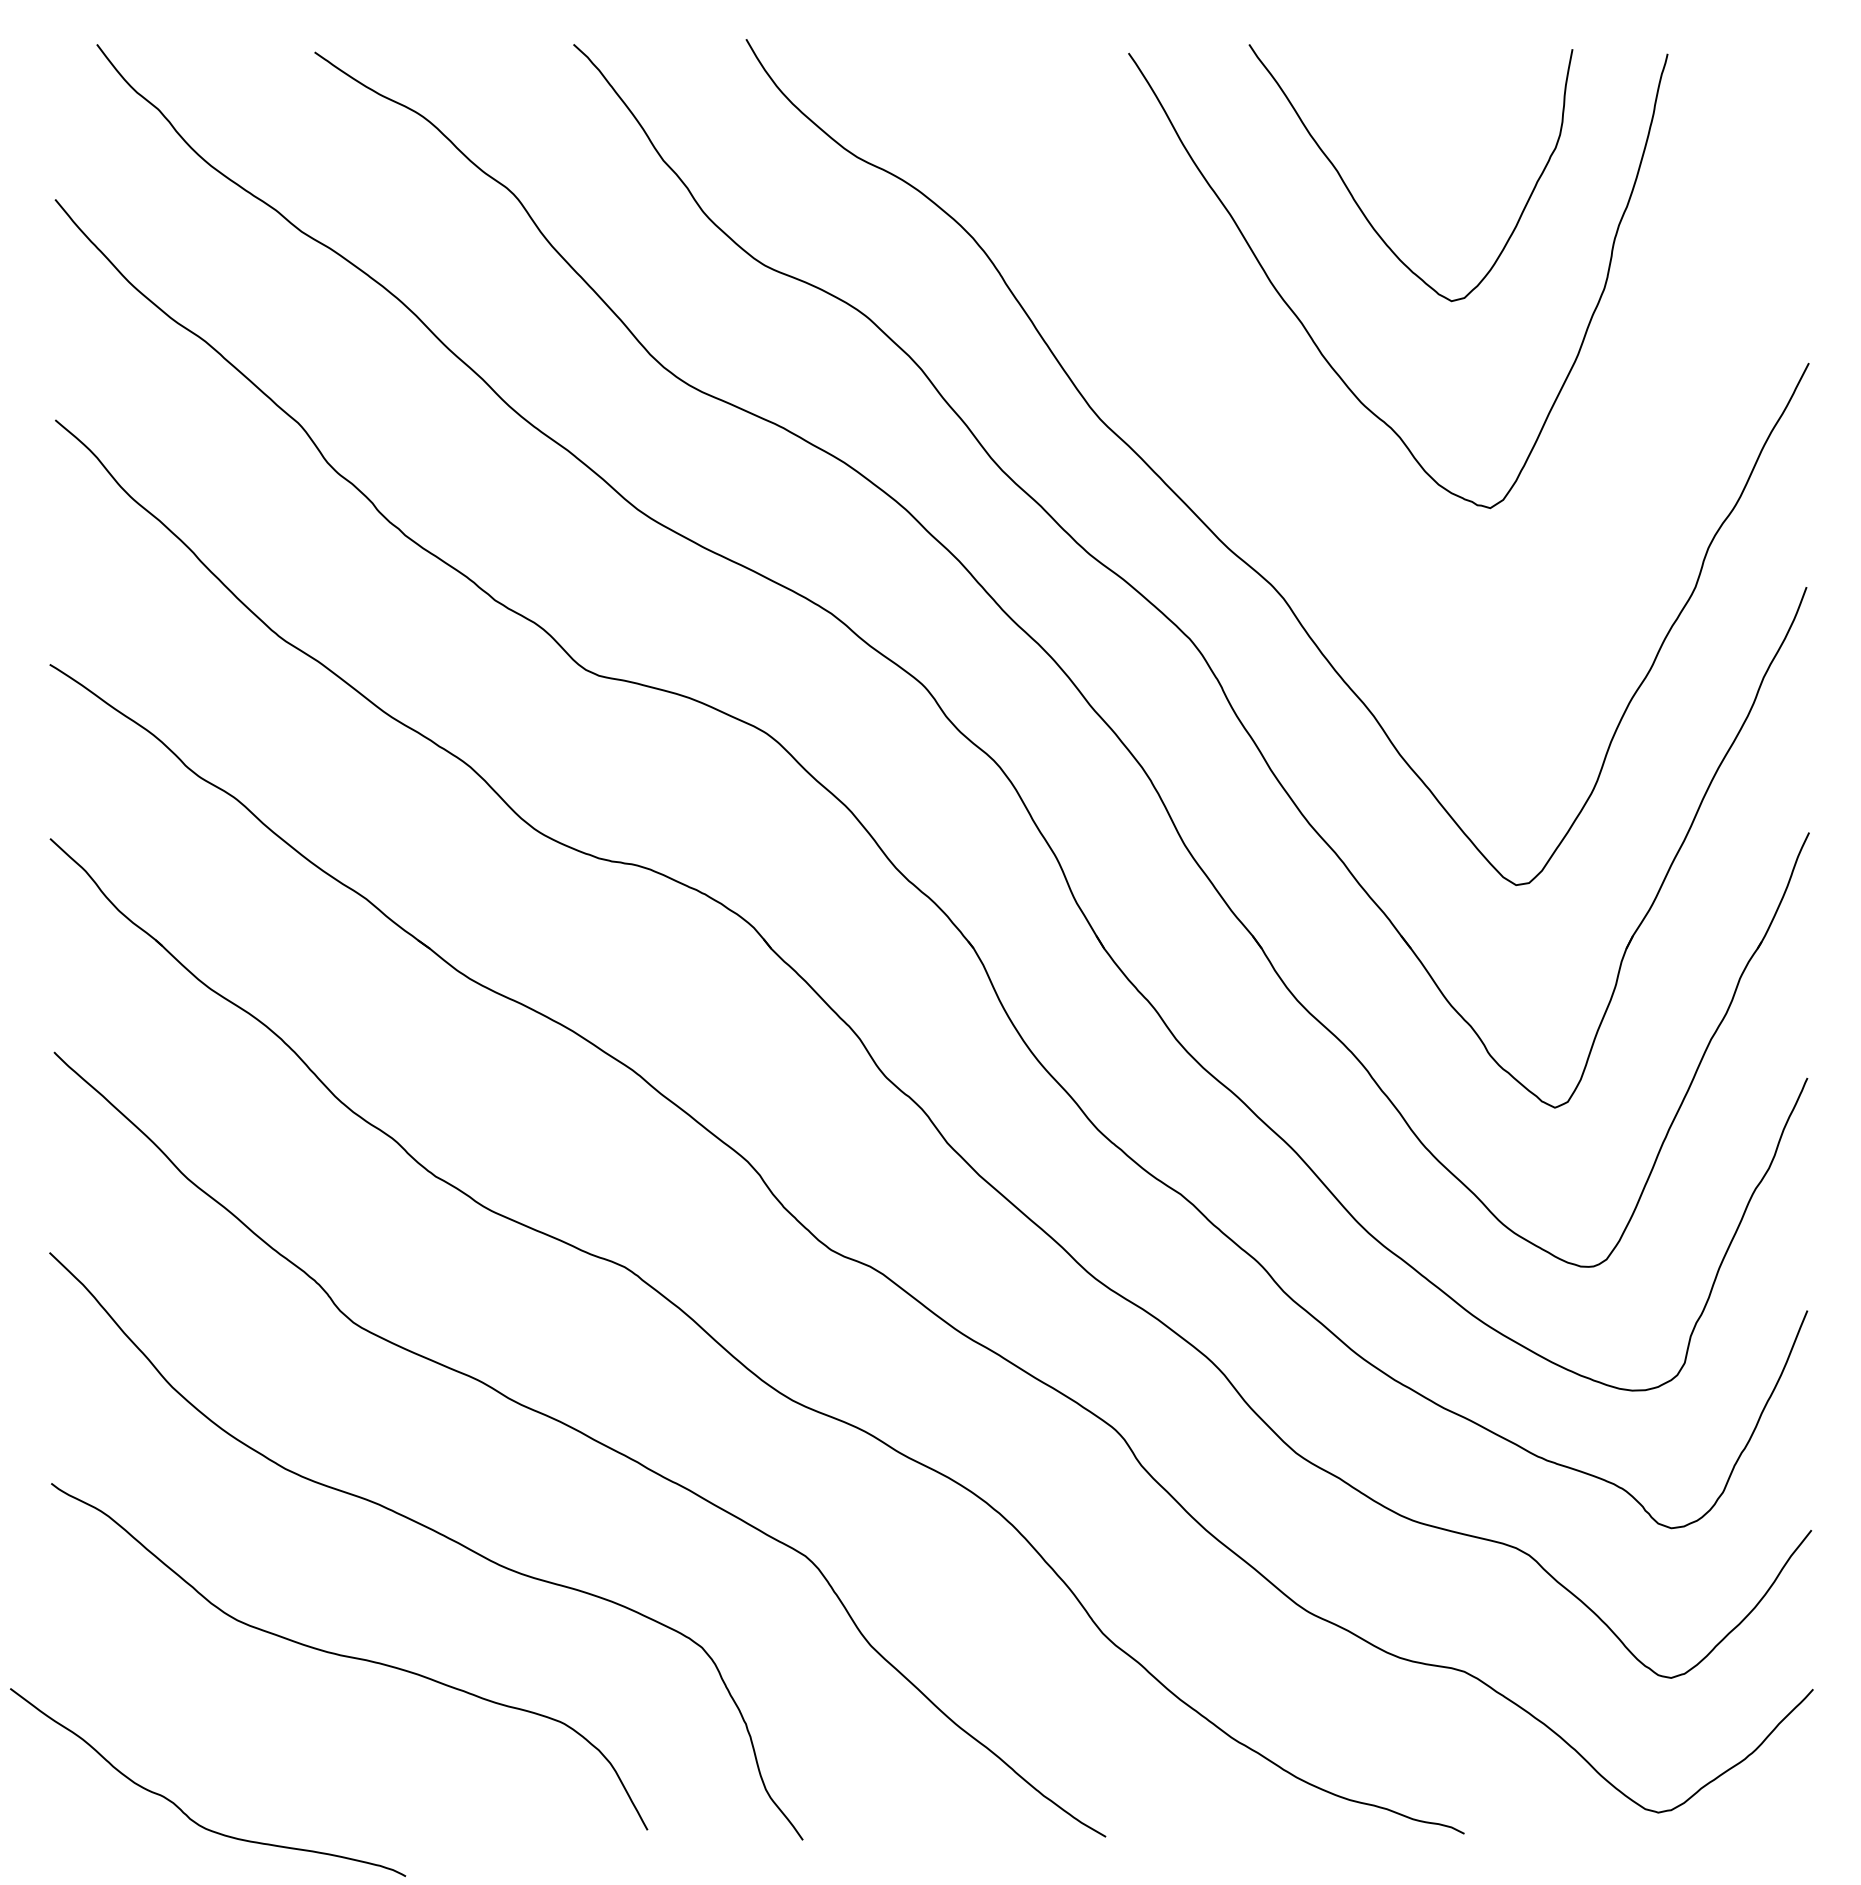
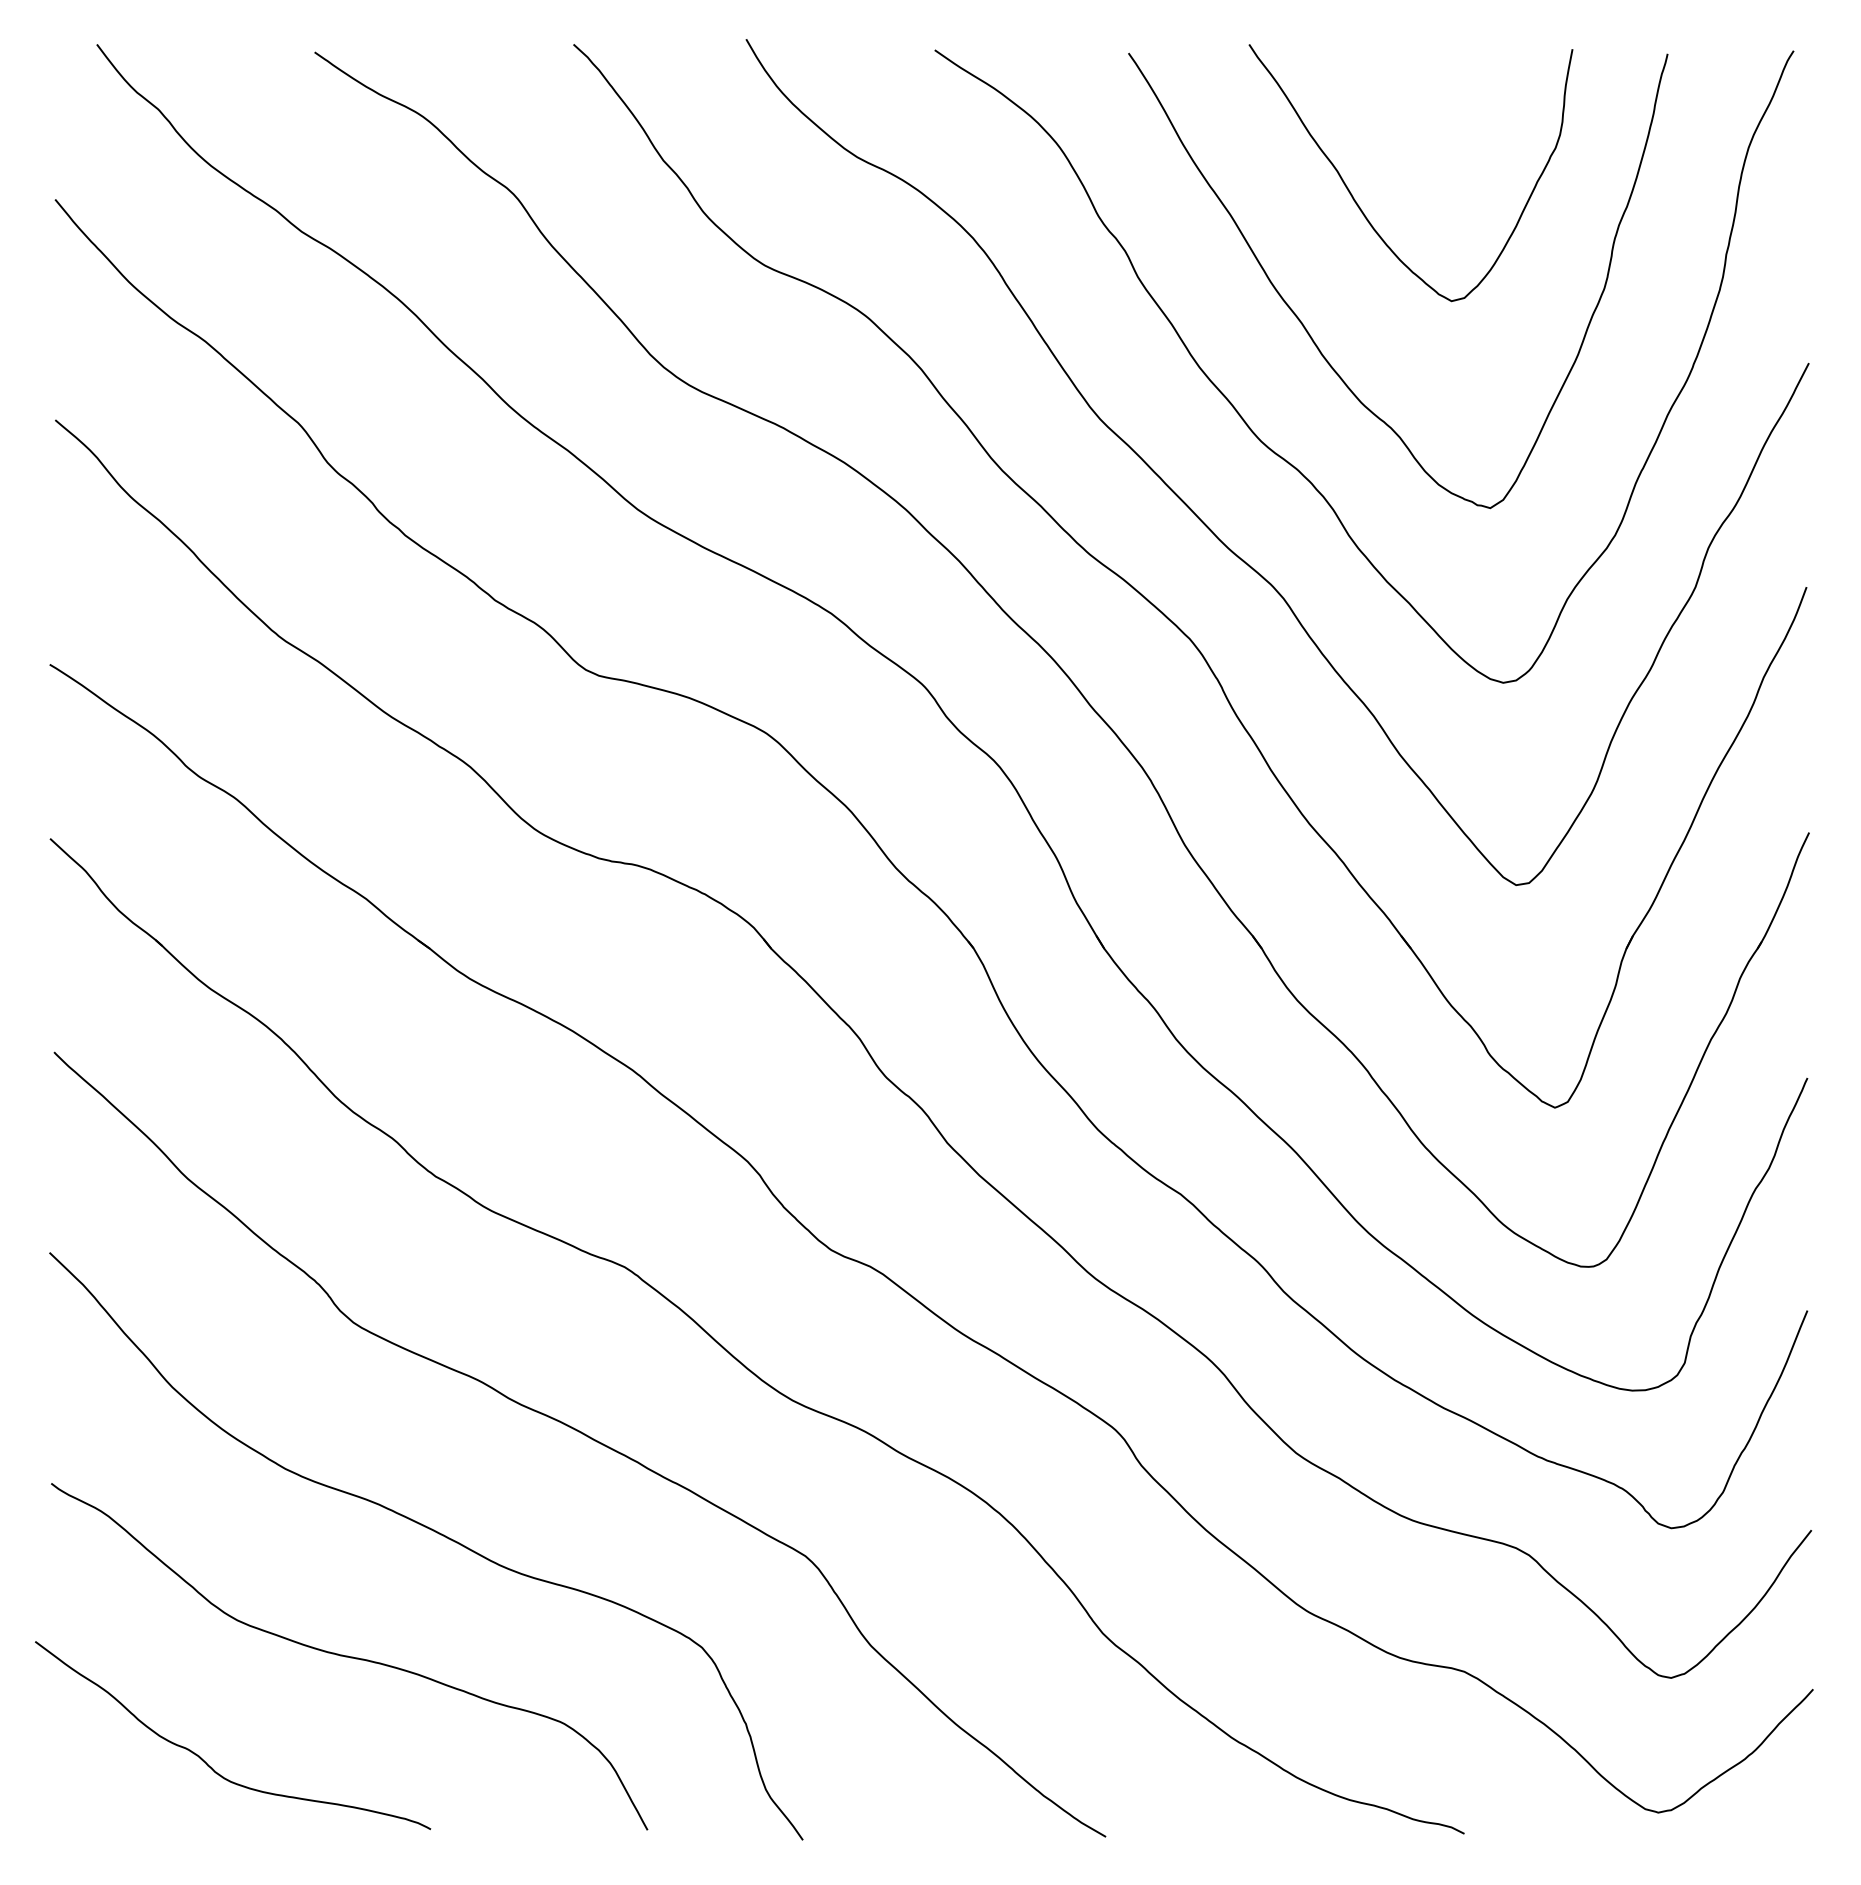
curve at (1291, 463): none -> present
curve at (186, 1813) position: (186, 1813) -> (211, 1766)
